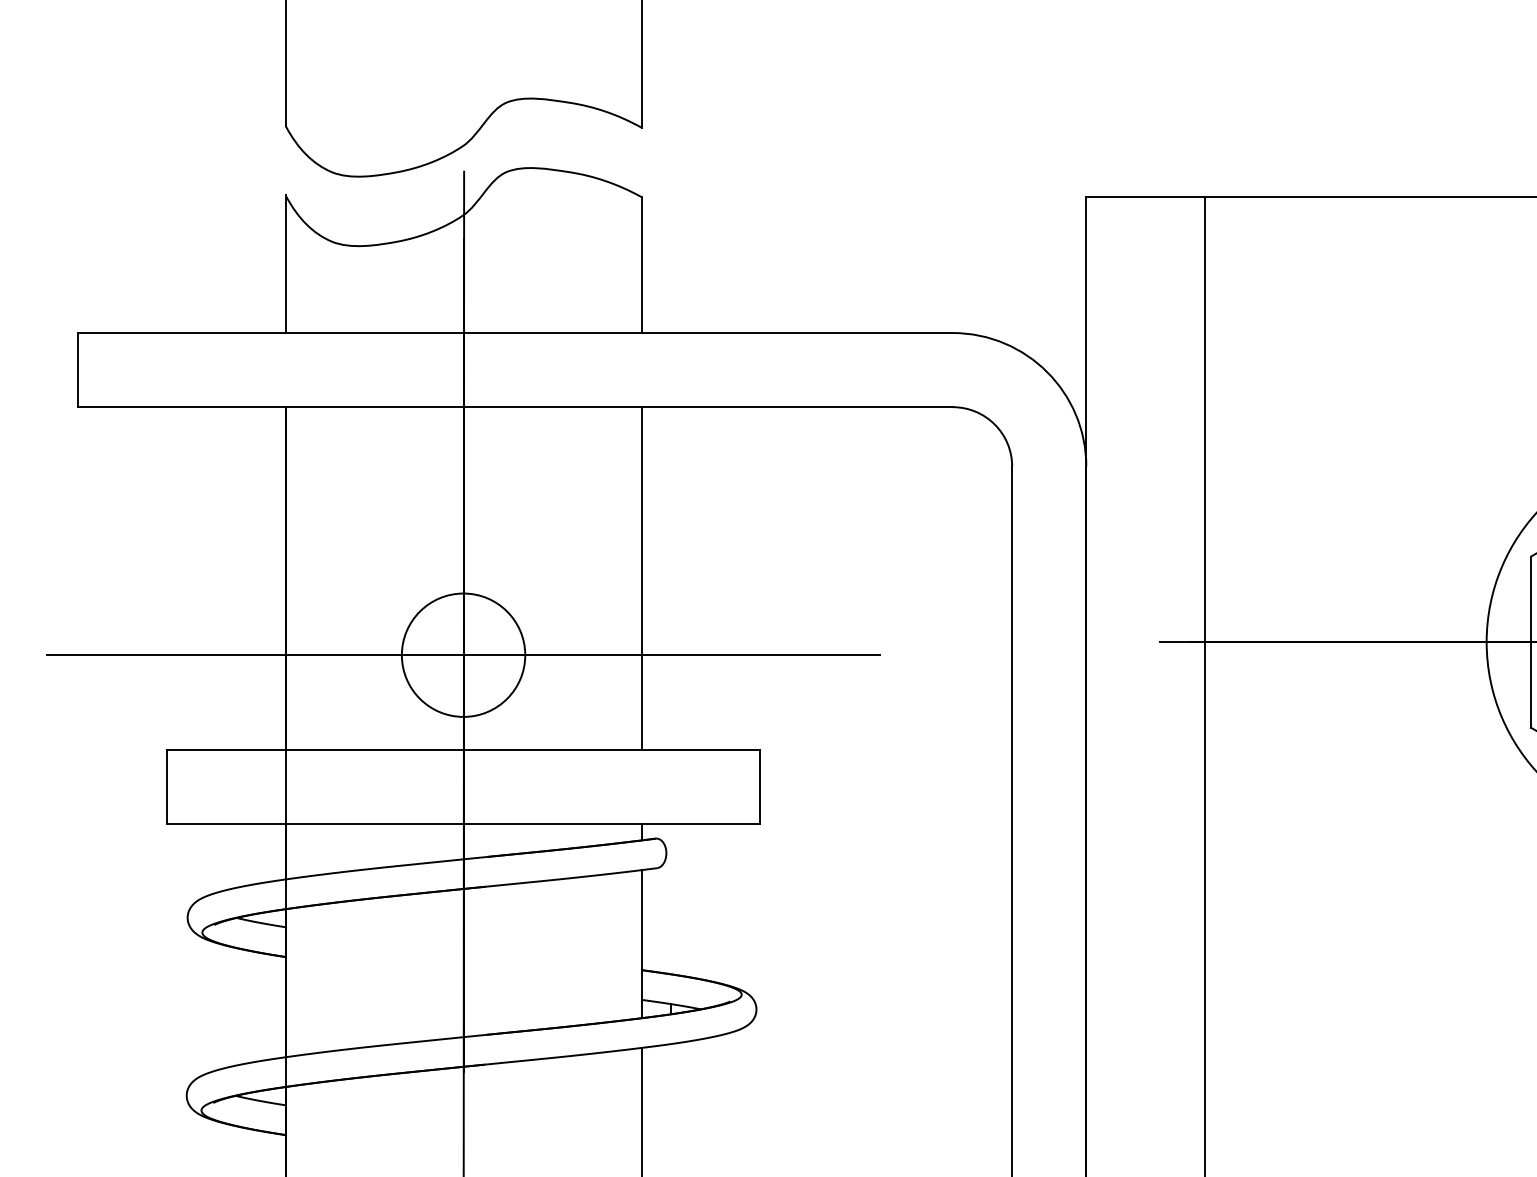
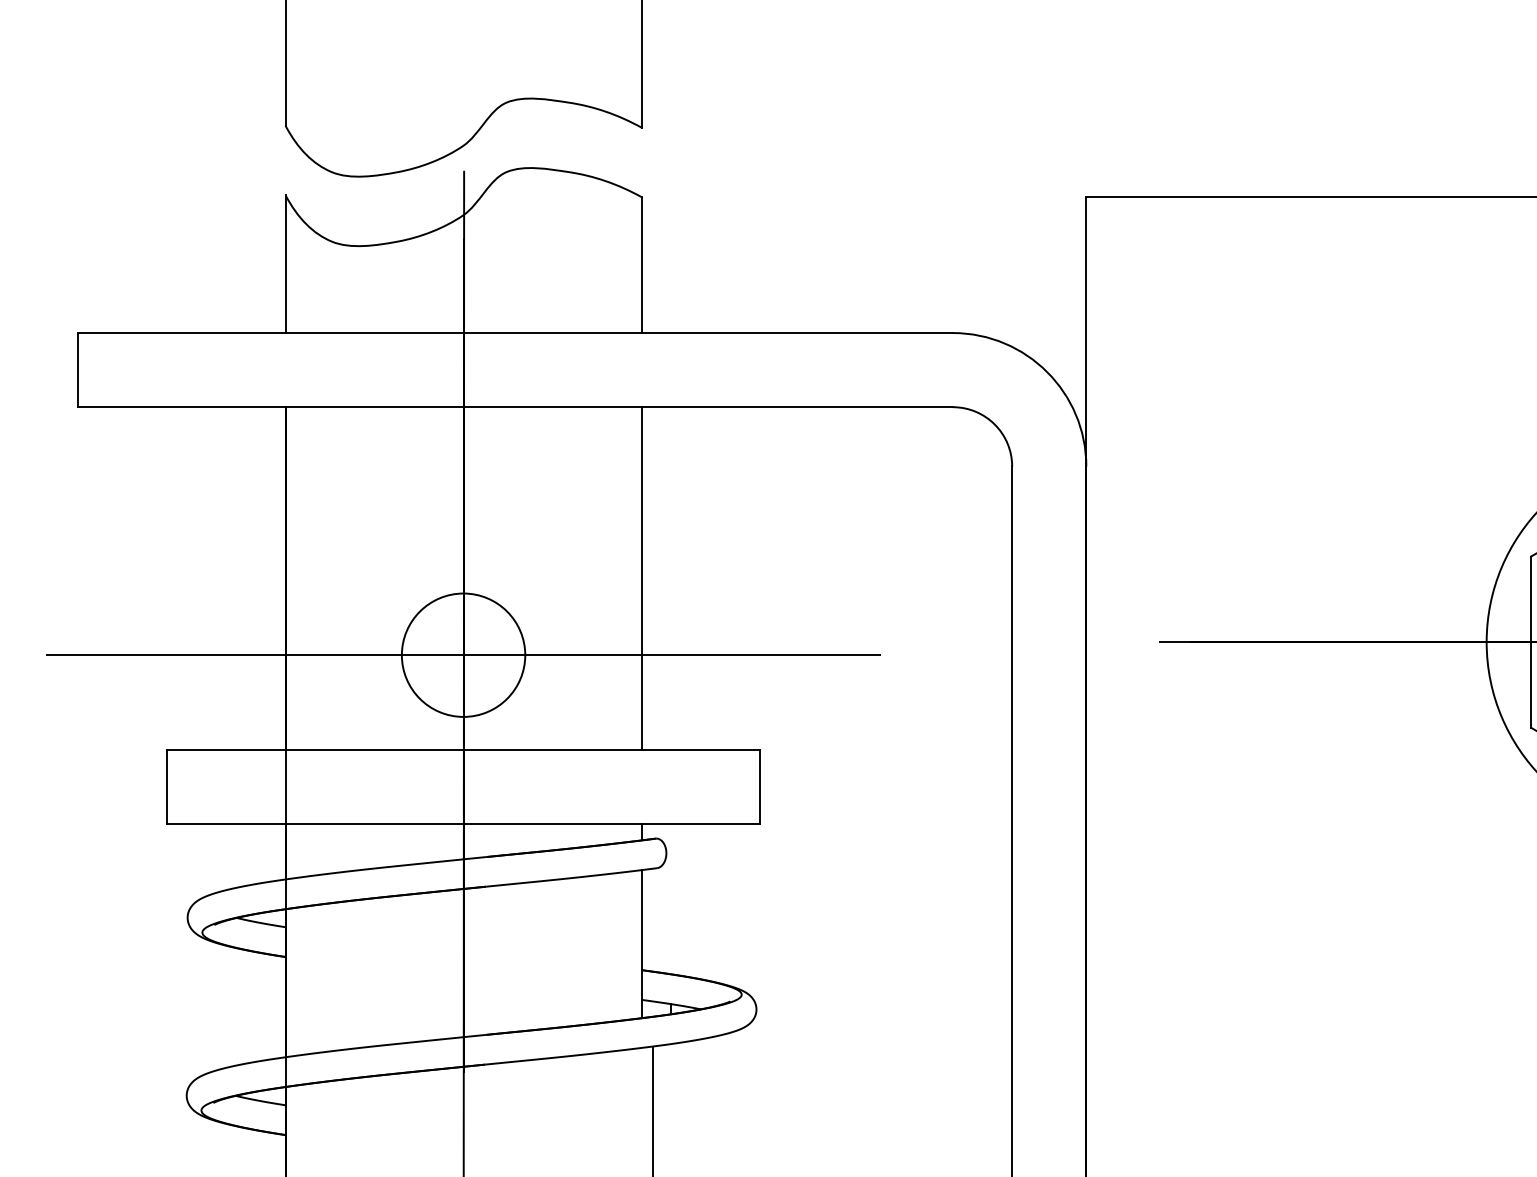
line at (1204, 685): present -> none
line at (641, 1110) position: (641, 1110) -> (652, 1110)
